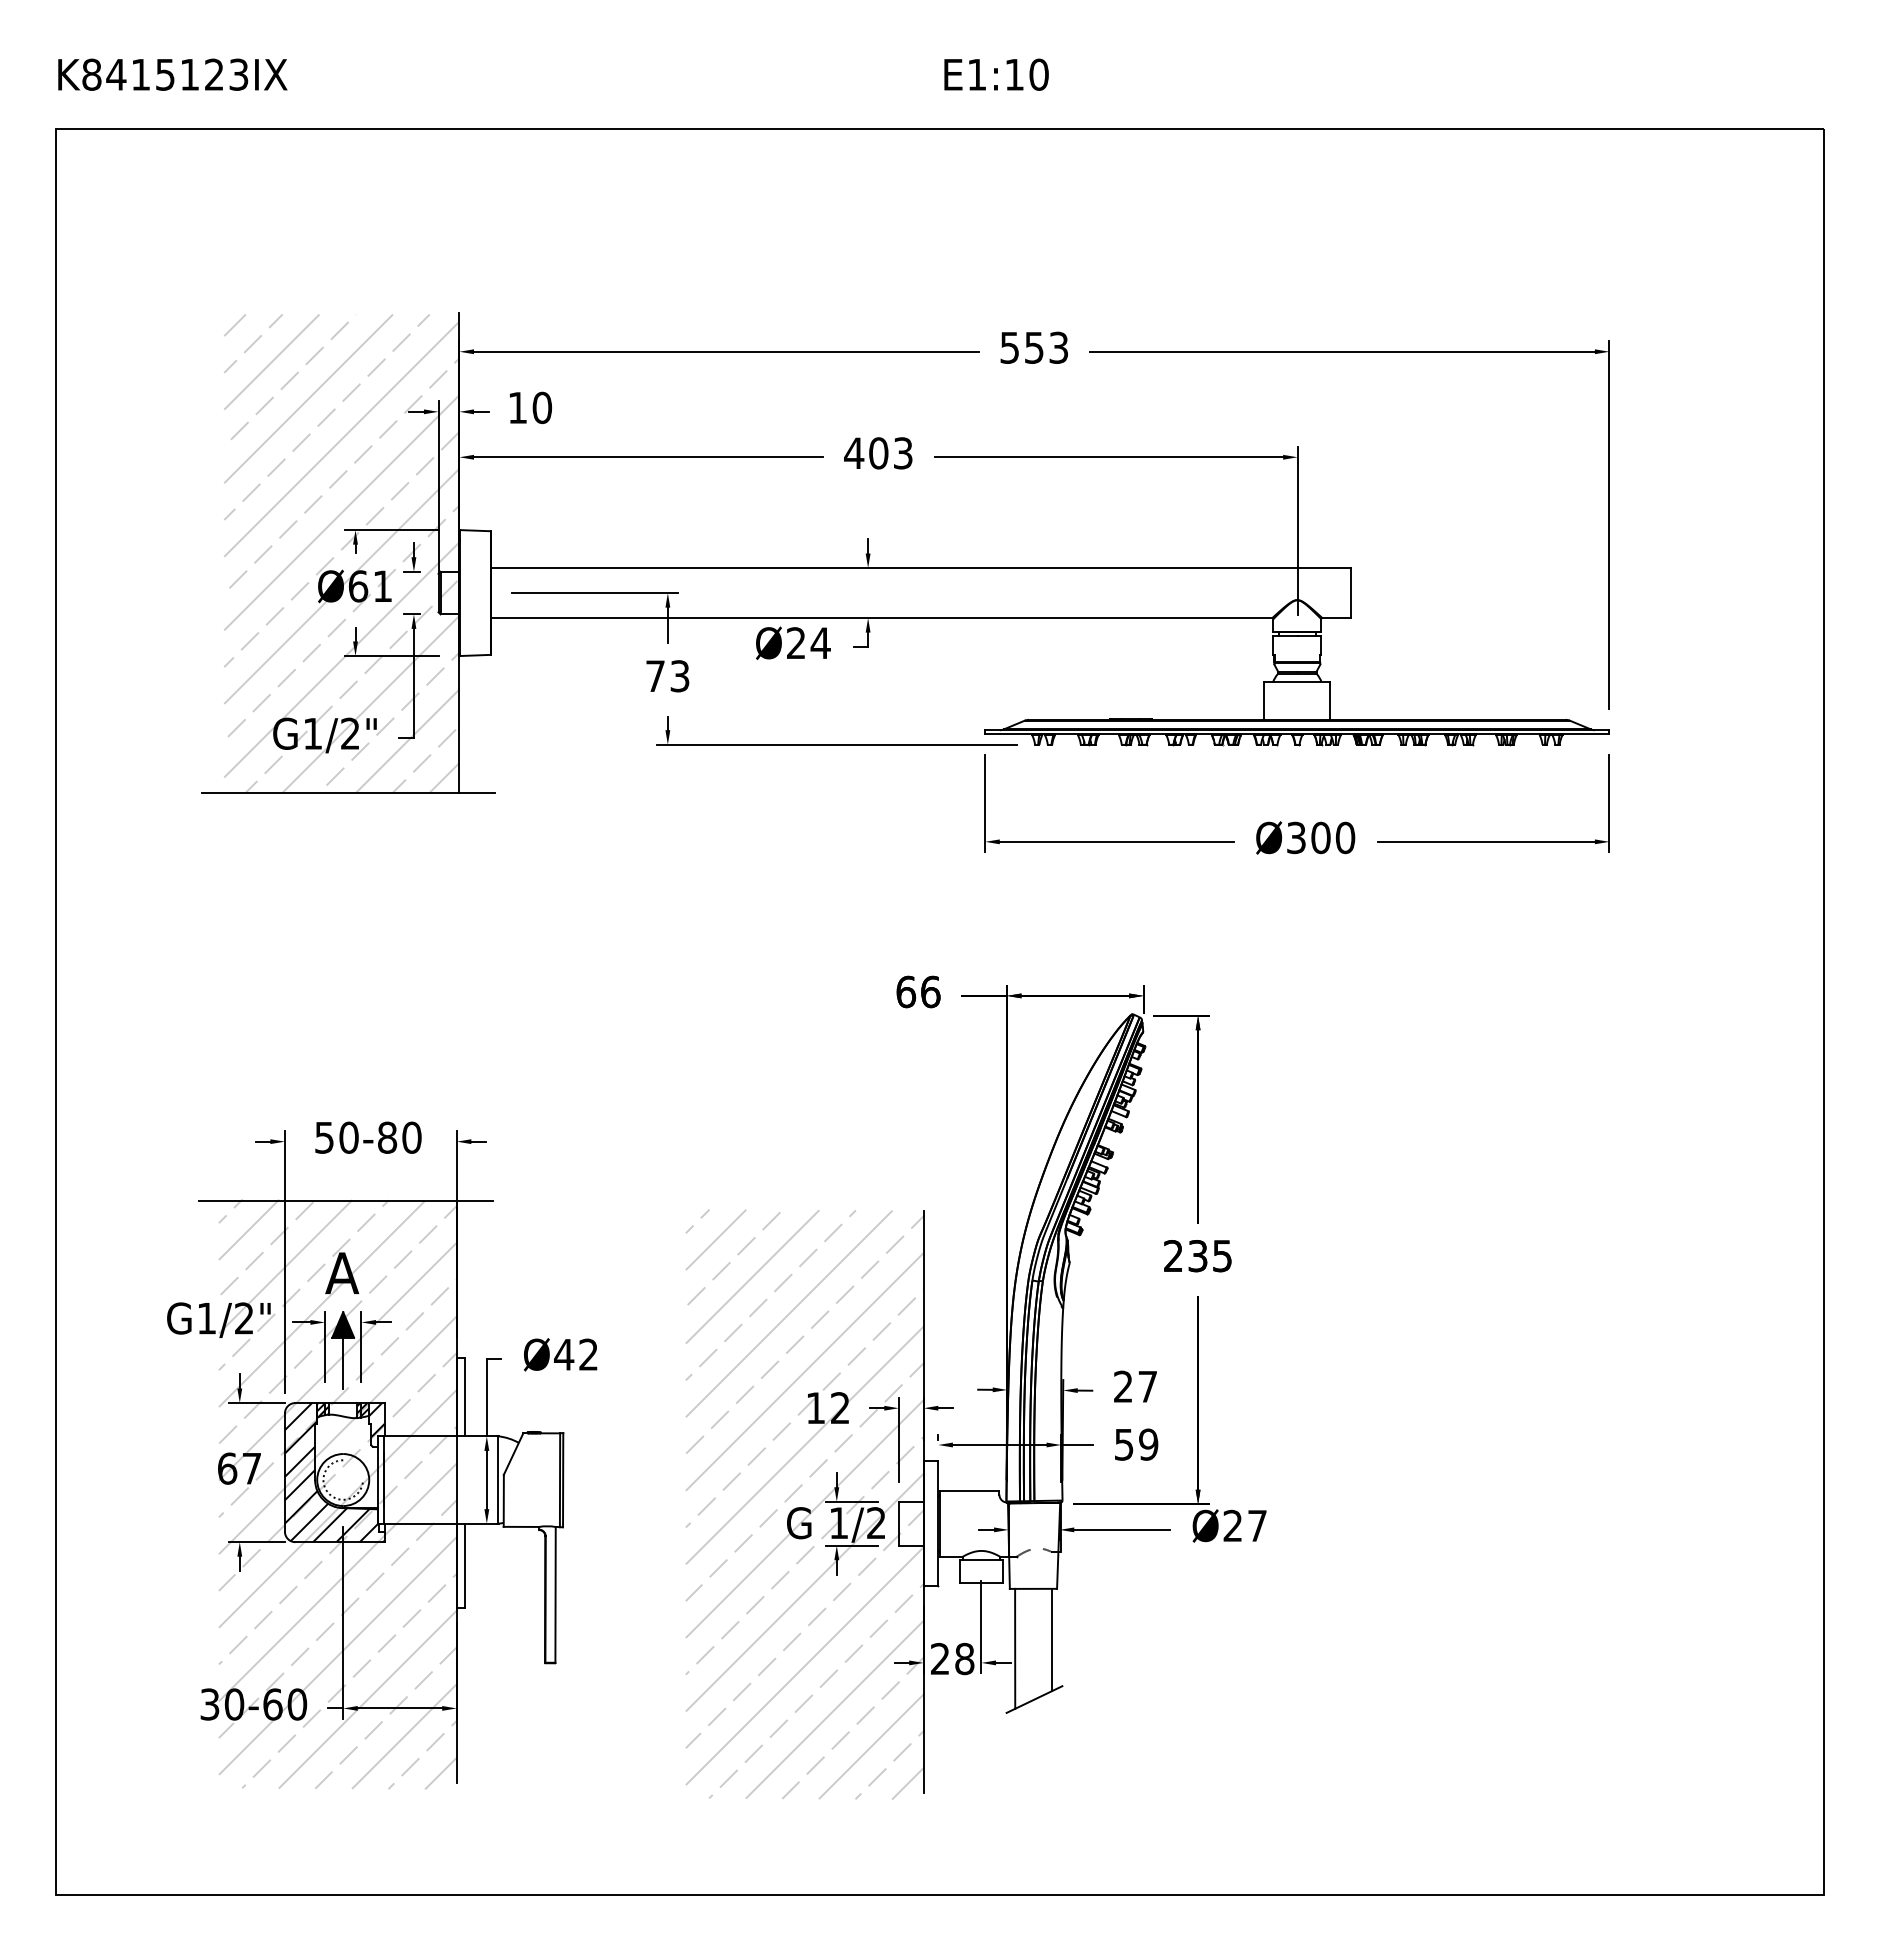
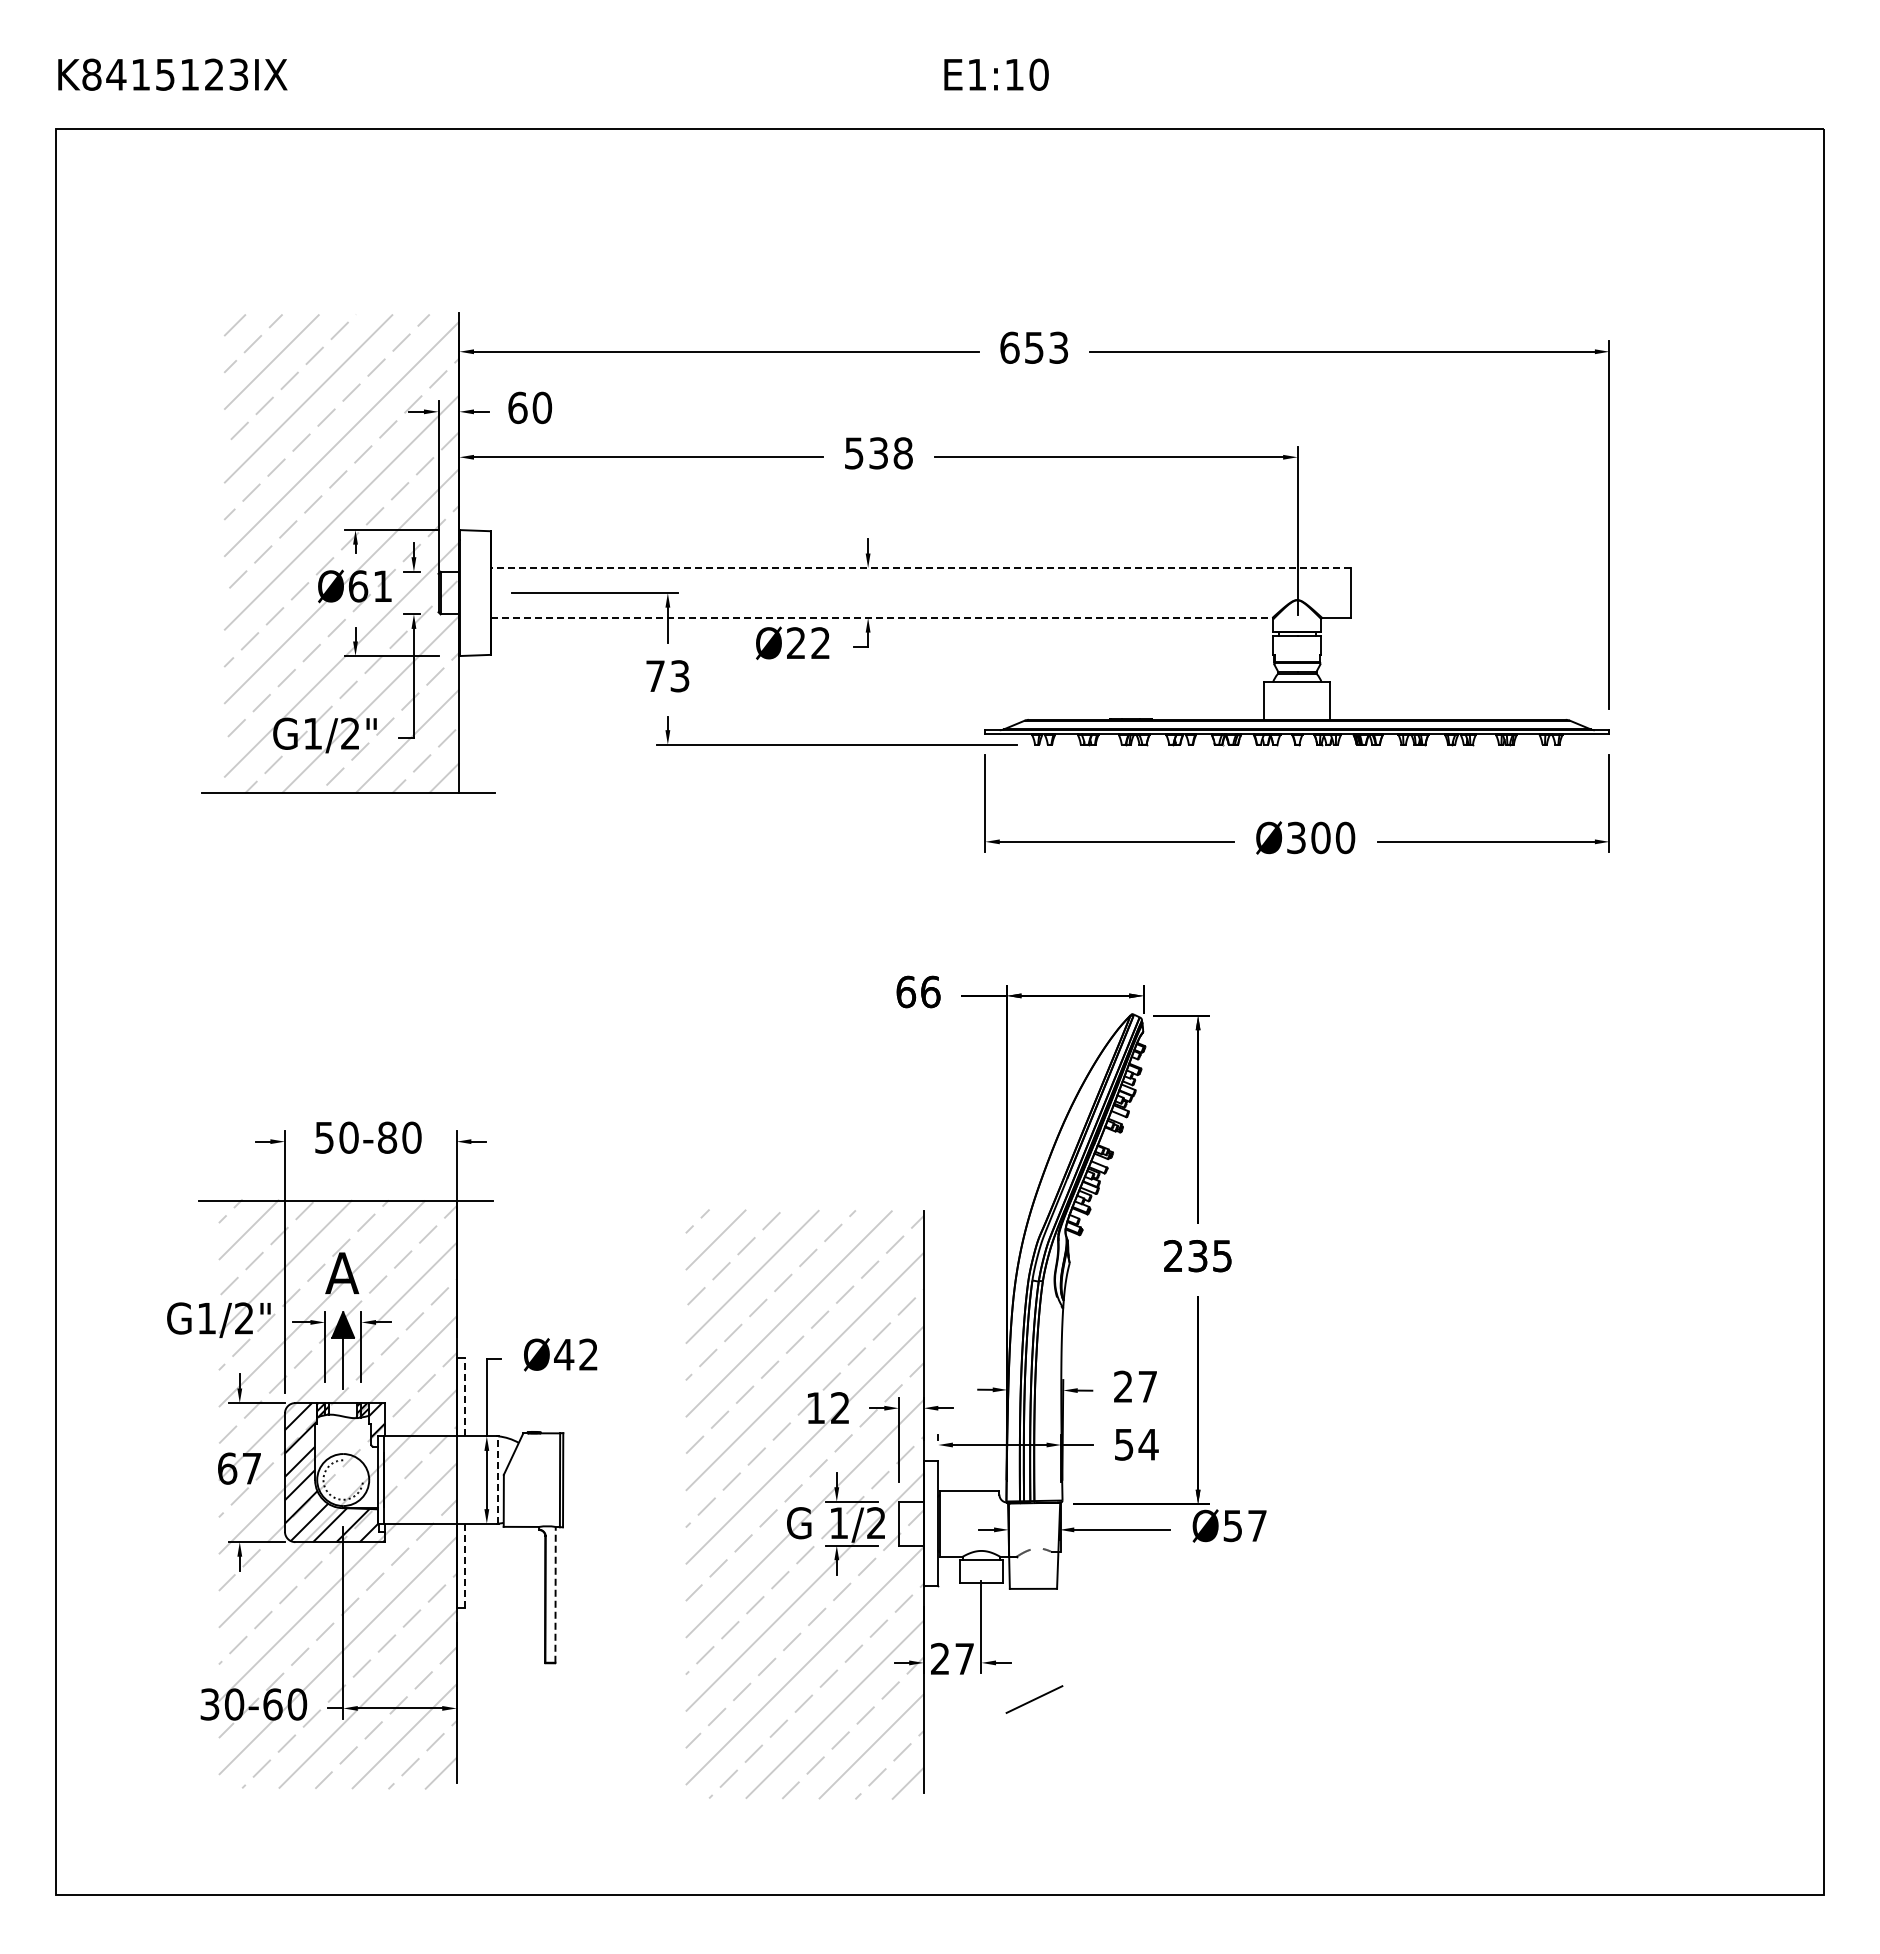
text at (1009, 347): 553 -> 653
text at (517, 407): 10 -> 60
text at (878, 453): 403 -> 538
line at (920, 568): solid -> dashed
line at (881, 618): solid -> dashed
text at (820, 642): Ø24 -> Ø22
line at (465, 1396): solid -> dashed
text at (1148, 1444): 59 -> 54
line at (498, 1480): solid -> dashed
text at (1232, 1525): Ø27 -> Ø57
line at (465, 1565): solid -> dashed
line at (555, 1594): solid -> dashed
line at (1052, 1639): present -> none
line at (1015, 1648): present -> none
text at (964, 1658): 28 -> 27
